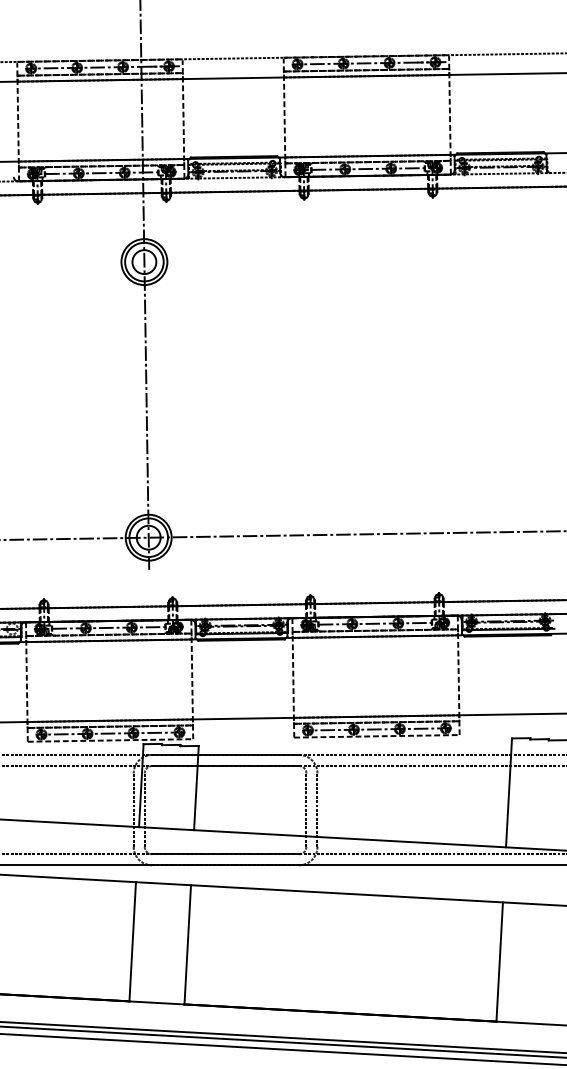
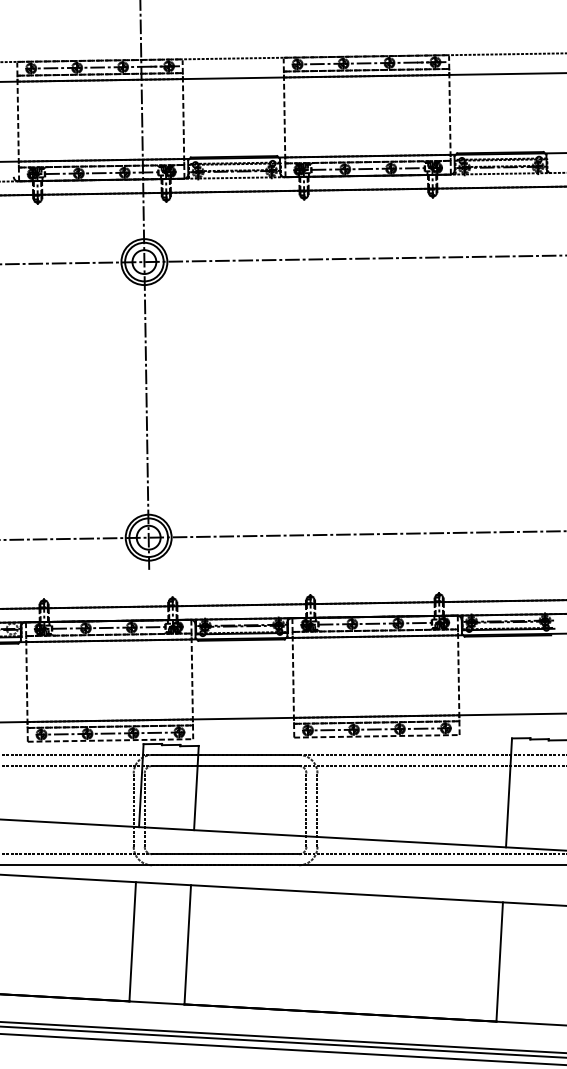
line at (282, 259): none -> present
